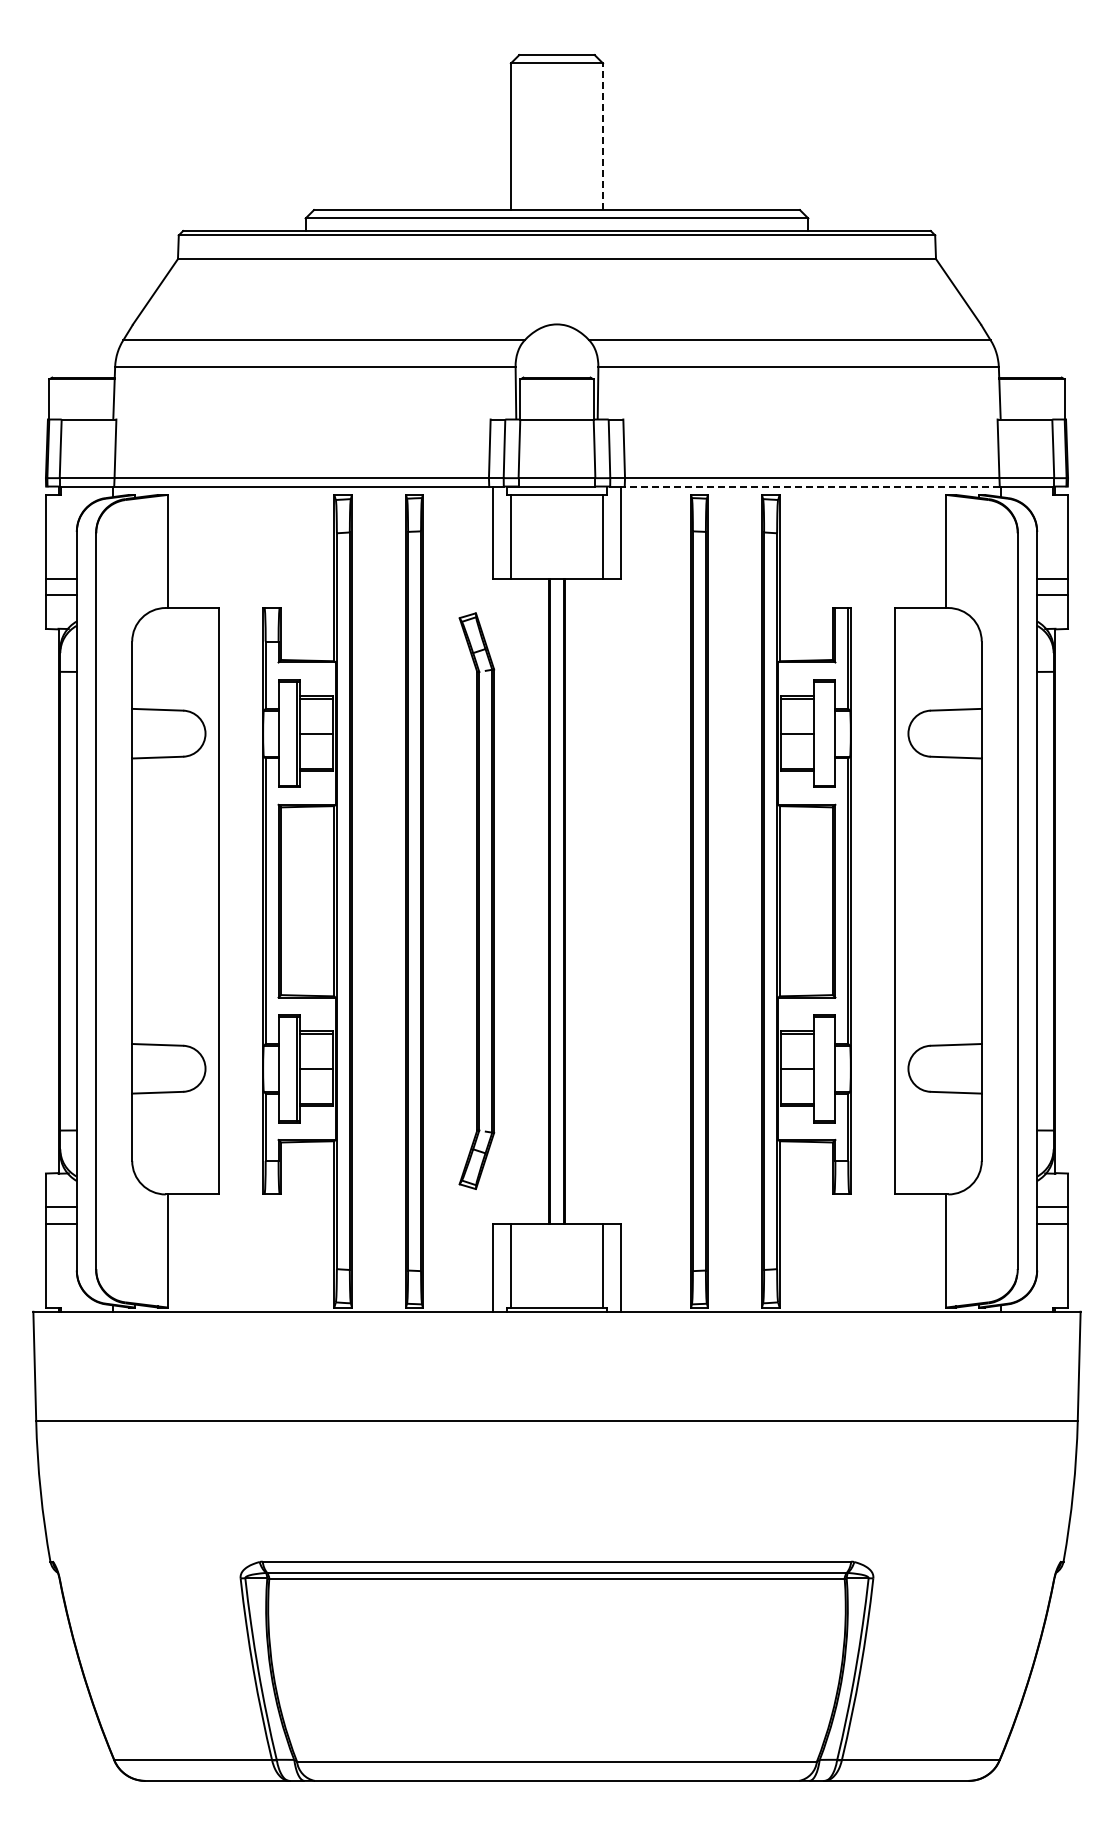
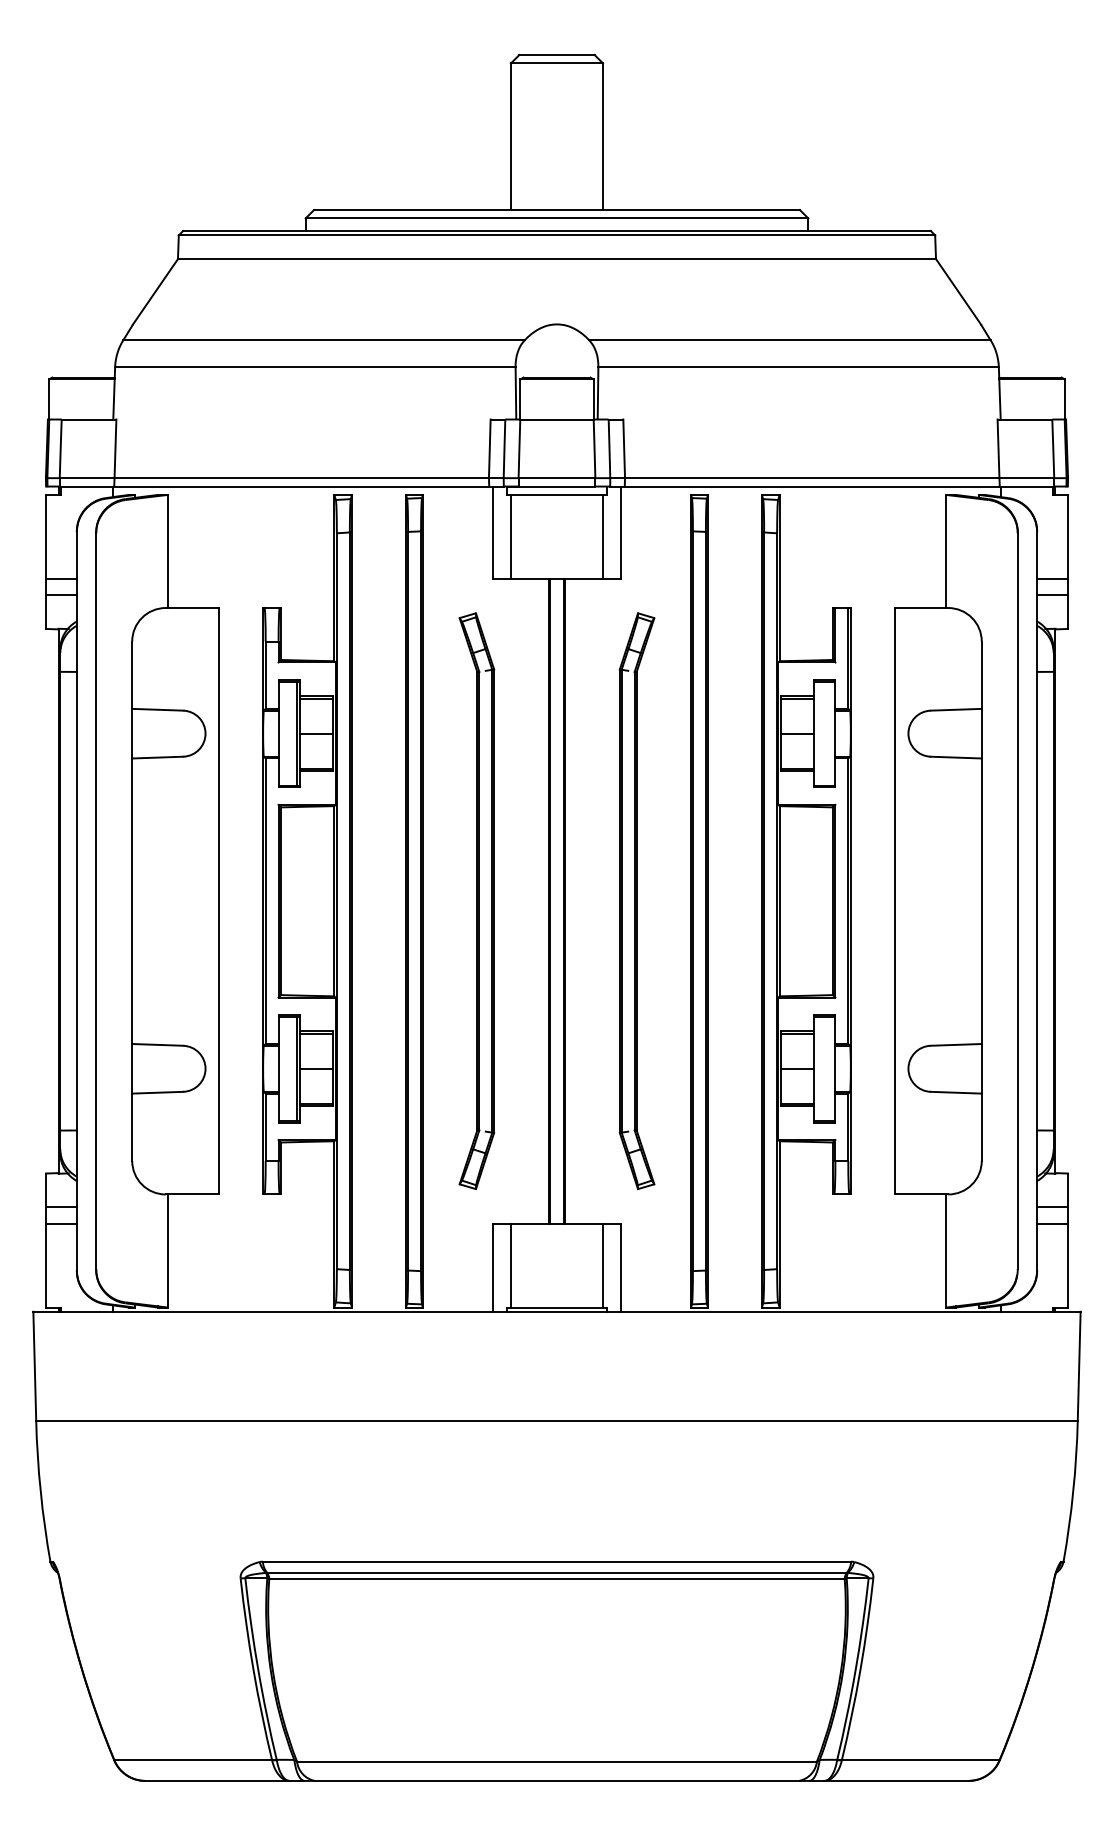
line at (603, 136): dashed -> solid
line at (812, 486): dashed -> solid
part at (636, 900): none -> present
